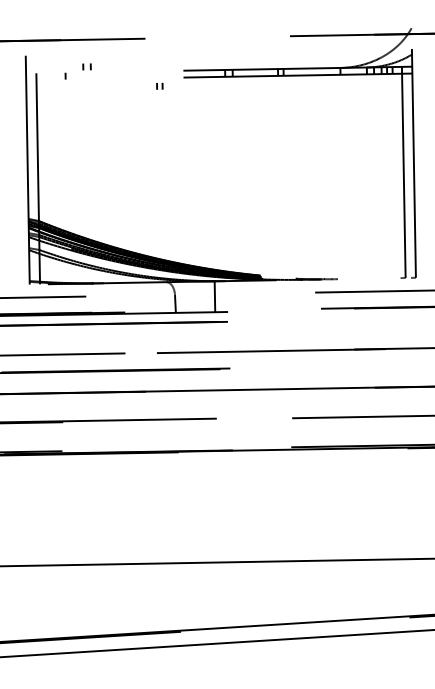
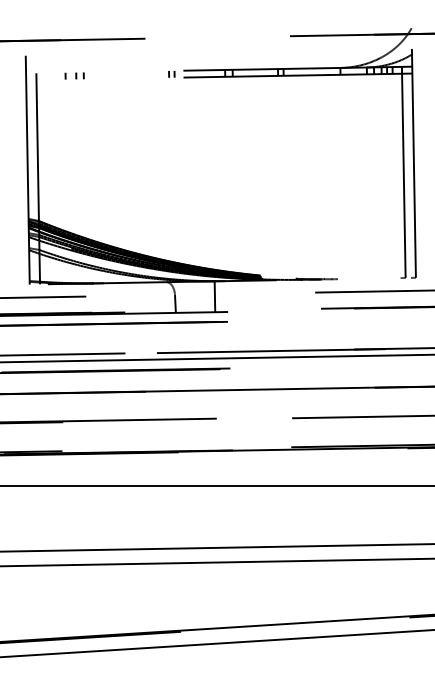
part at (86, 66) position: (86, 66) -> (79, 75)
part at (159, 85) position: (159, 85) -> (171, 73)
line at (216, 358): none -> present
line at (216, 485): none -> present
line at (216, 547): none -> present
